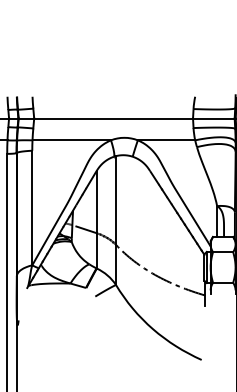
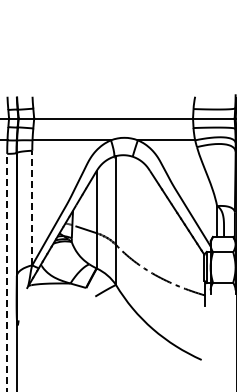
line at (32, 207): solid -> dashed
line at (7, 272): solid -> dashed
